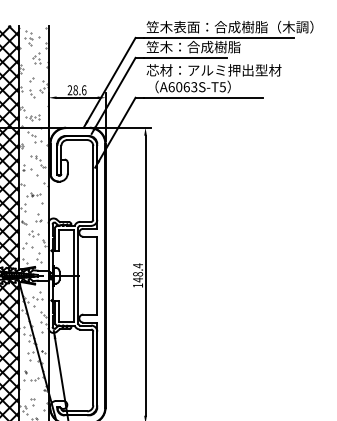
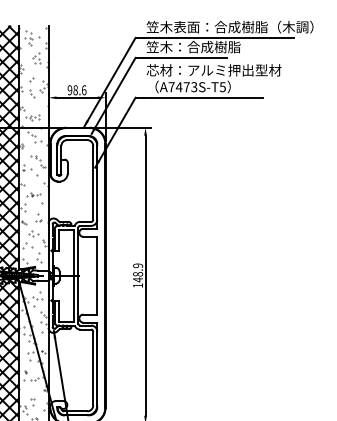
text at (178, 87): A6063S-T5 -> A7473S-T5
text at (69, 90): 28.6 -> 98.6
text at (138, 265): 148.4 -> 148.9
